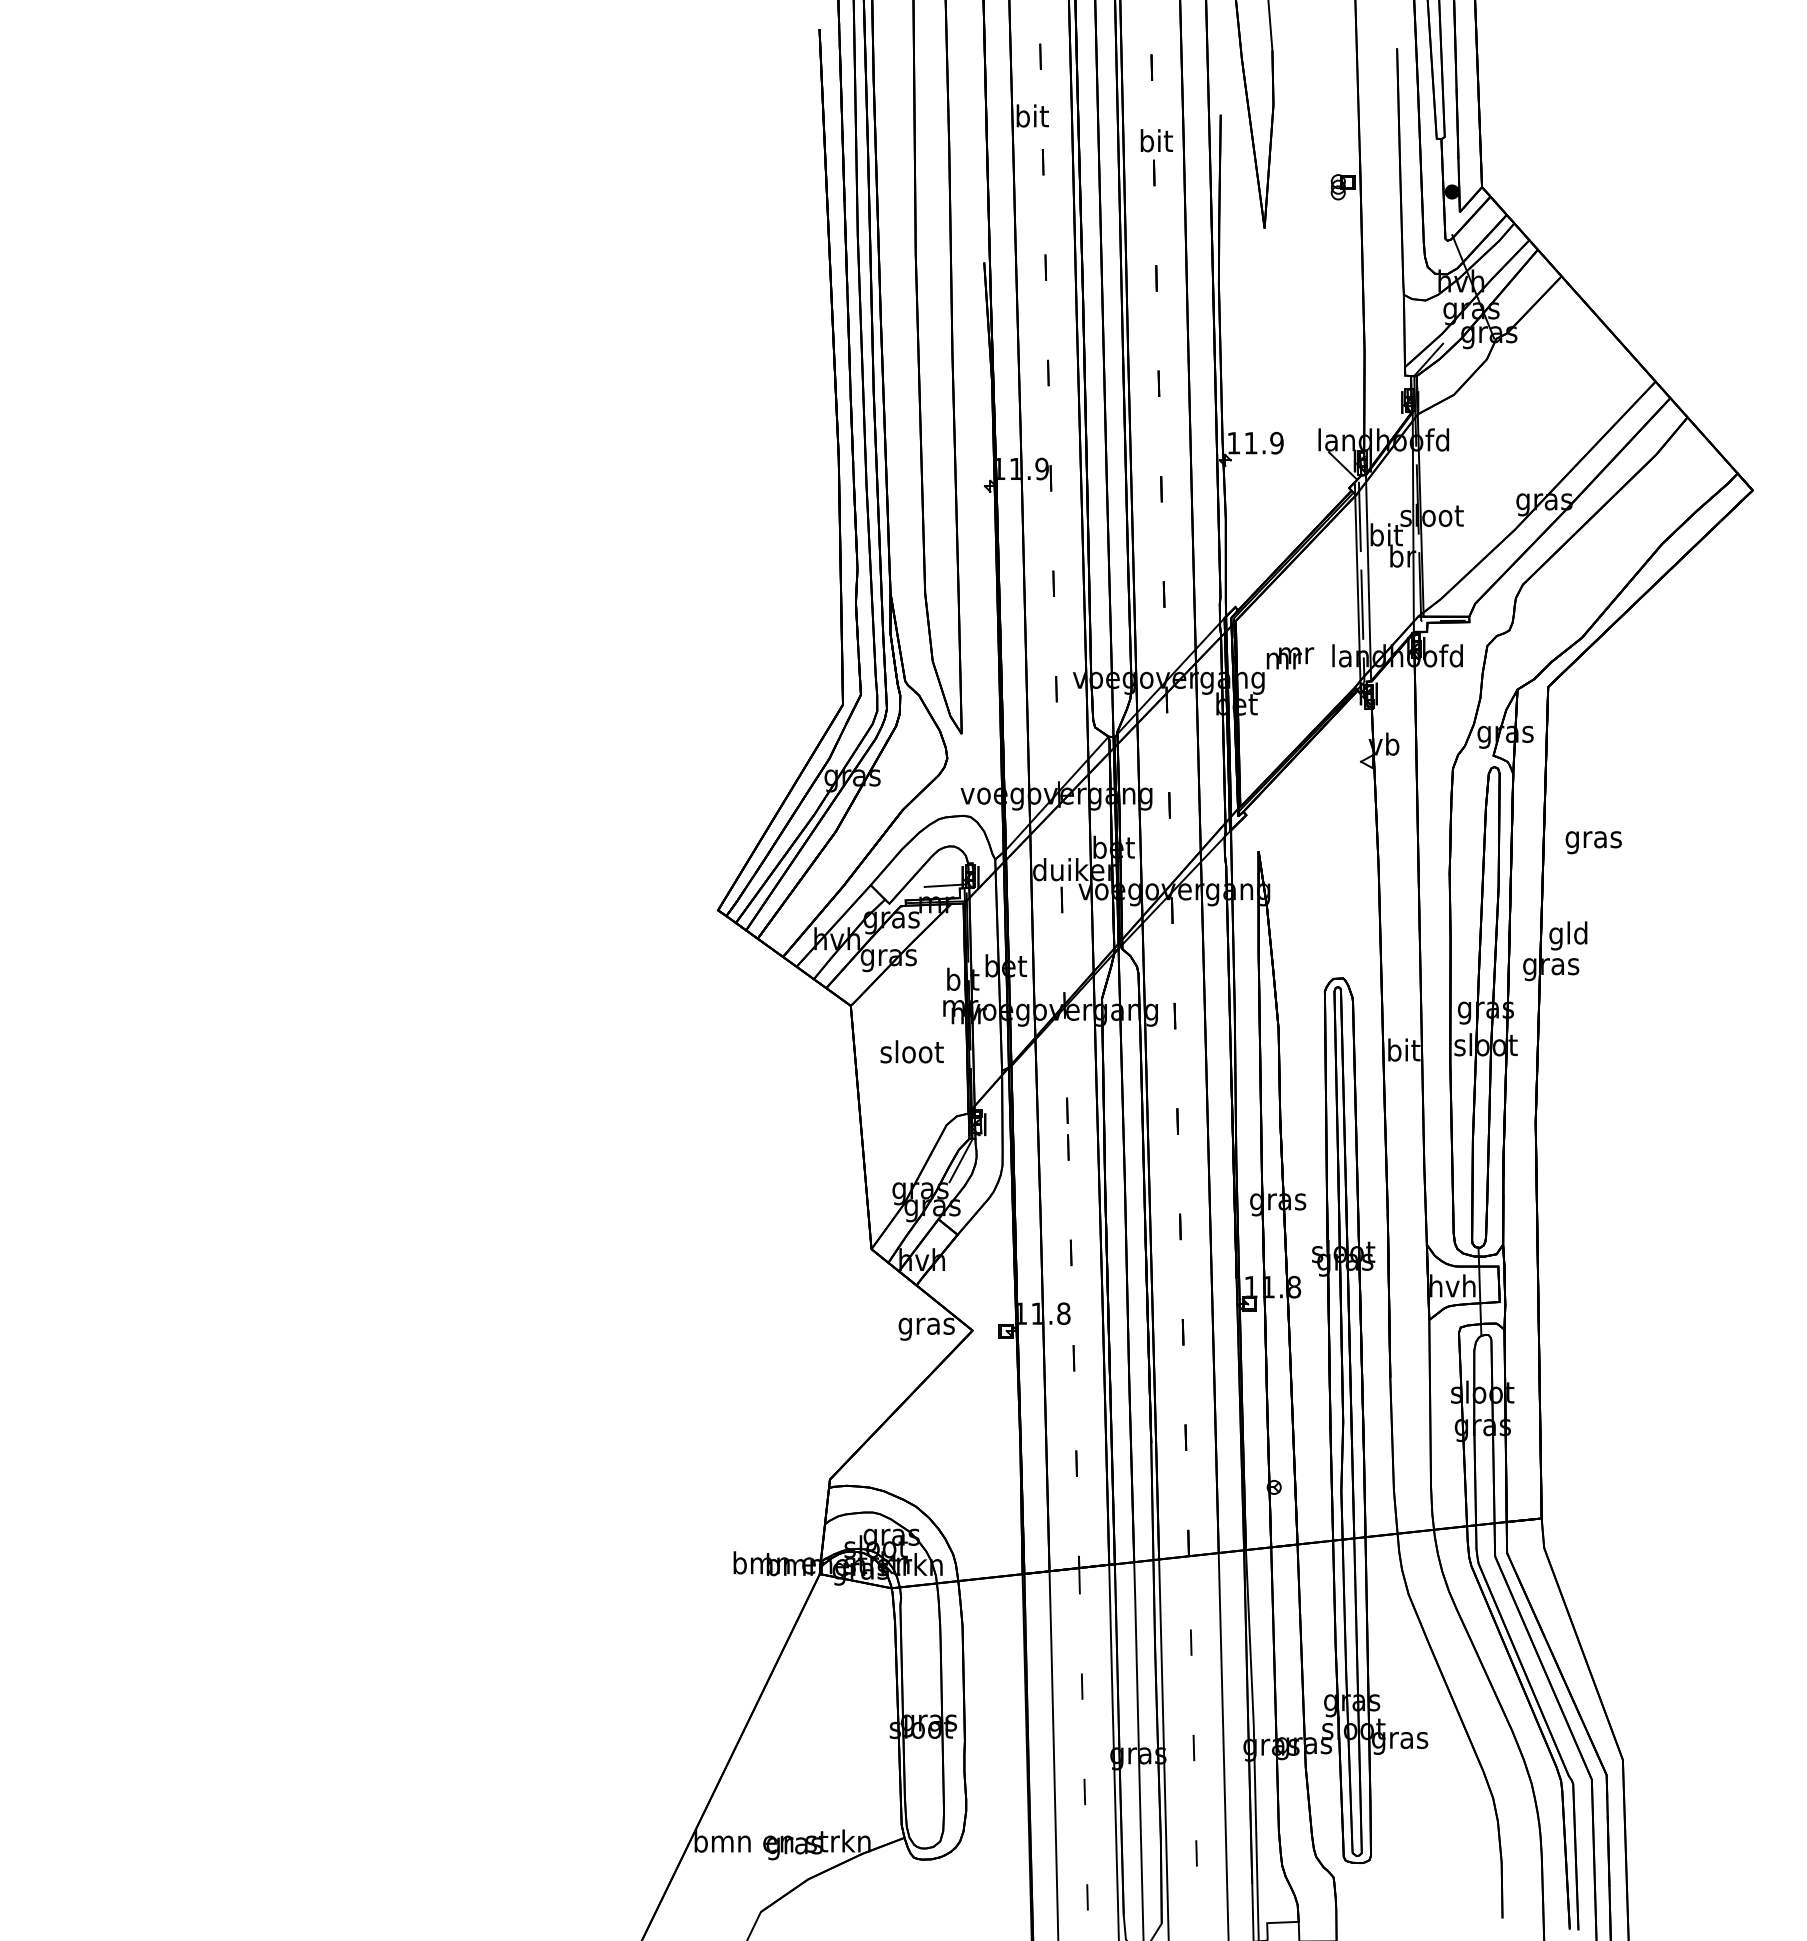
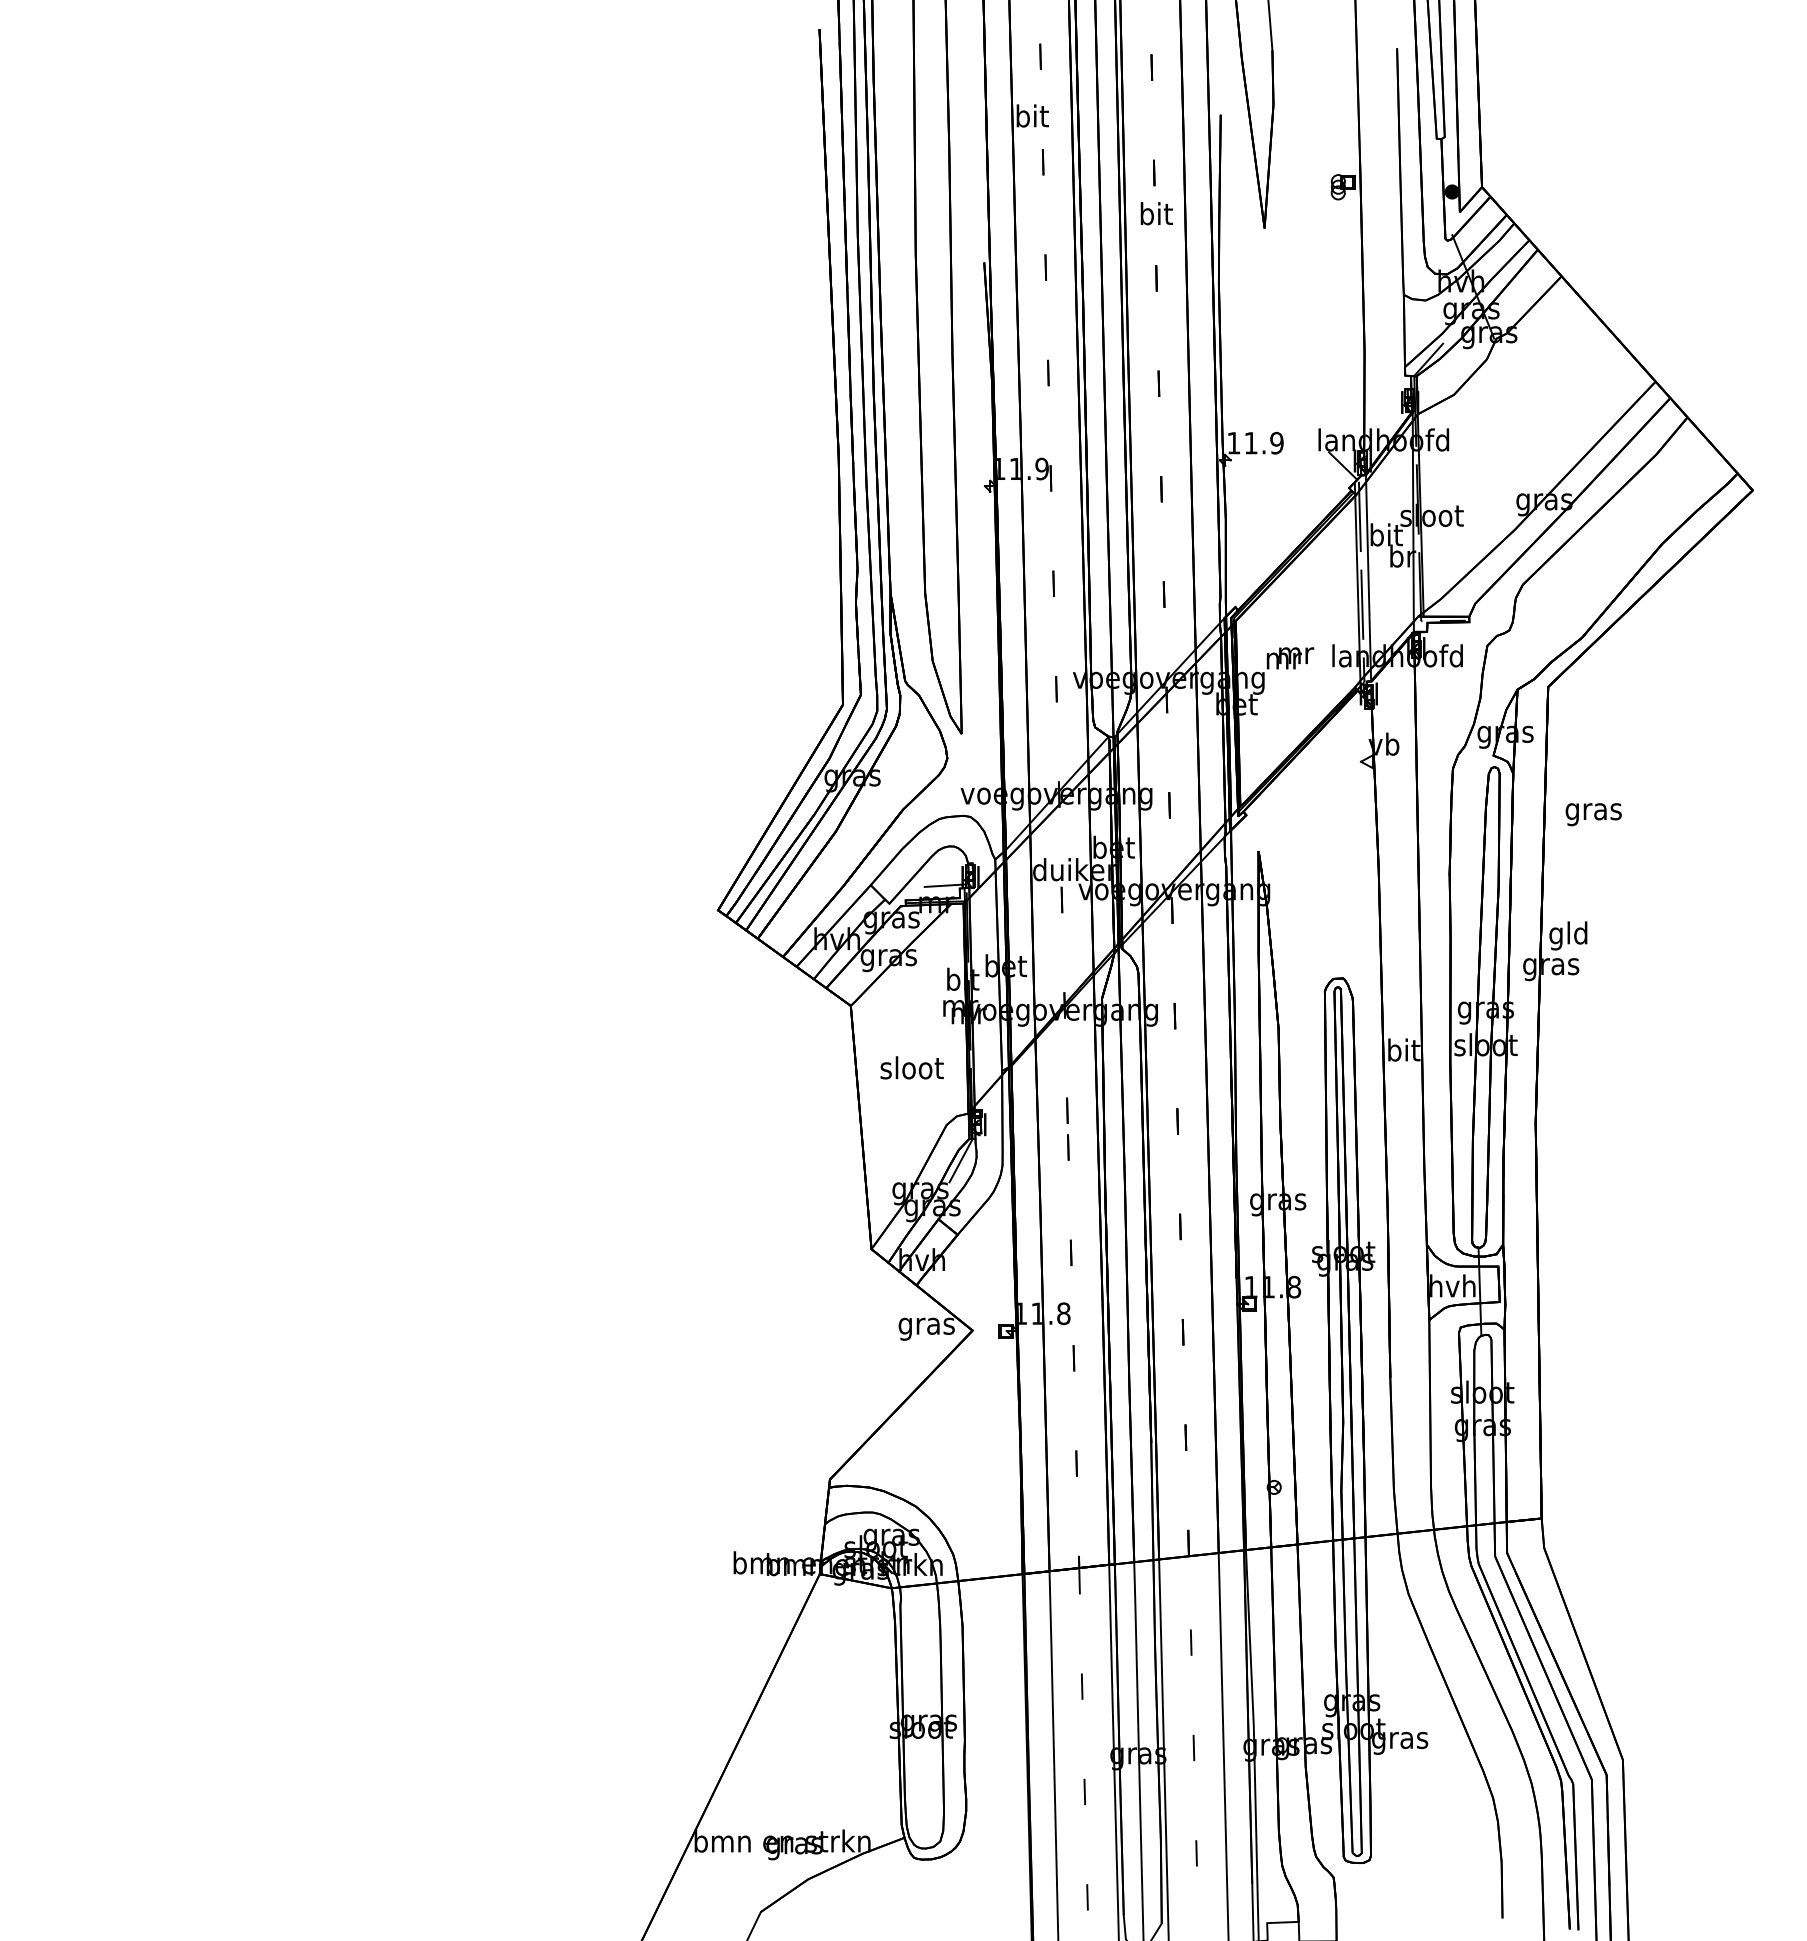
text at (1156, 140) position: (1156, 140) -> (1156, 213)
text at (1593, 842) position: (1593, 842) -> (1593, 814)
text at (911, 1051) position: (911, 1051) -> (911, 1067)
